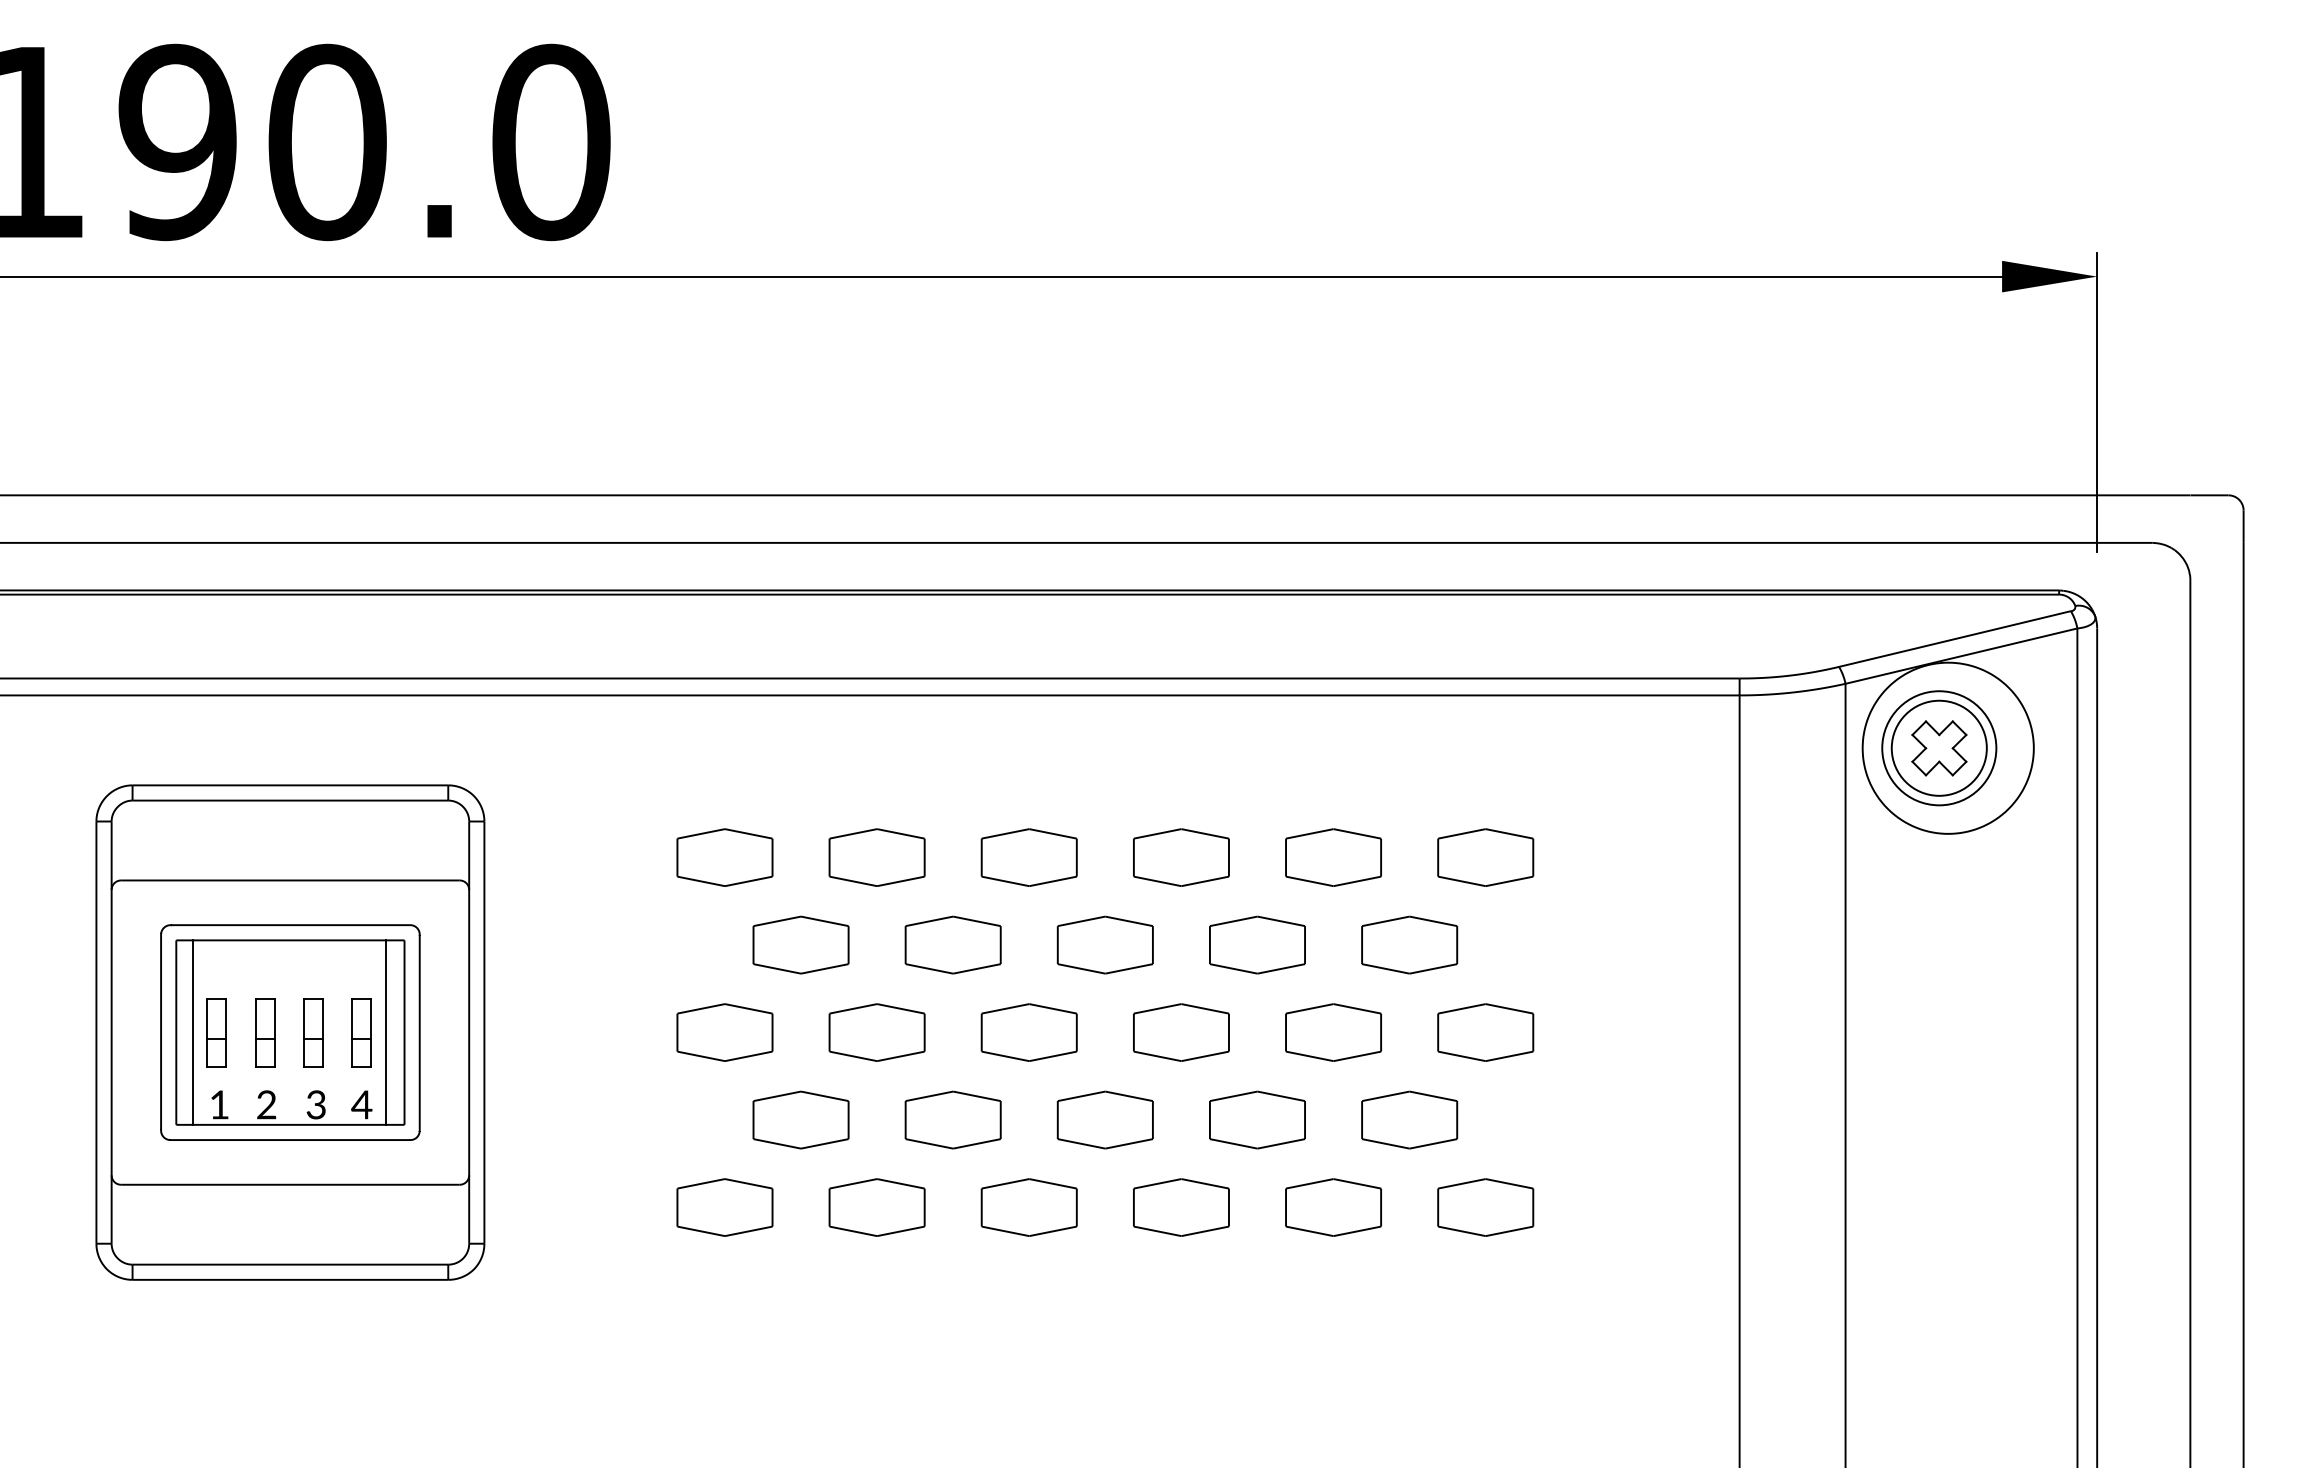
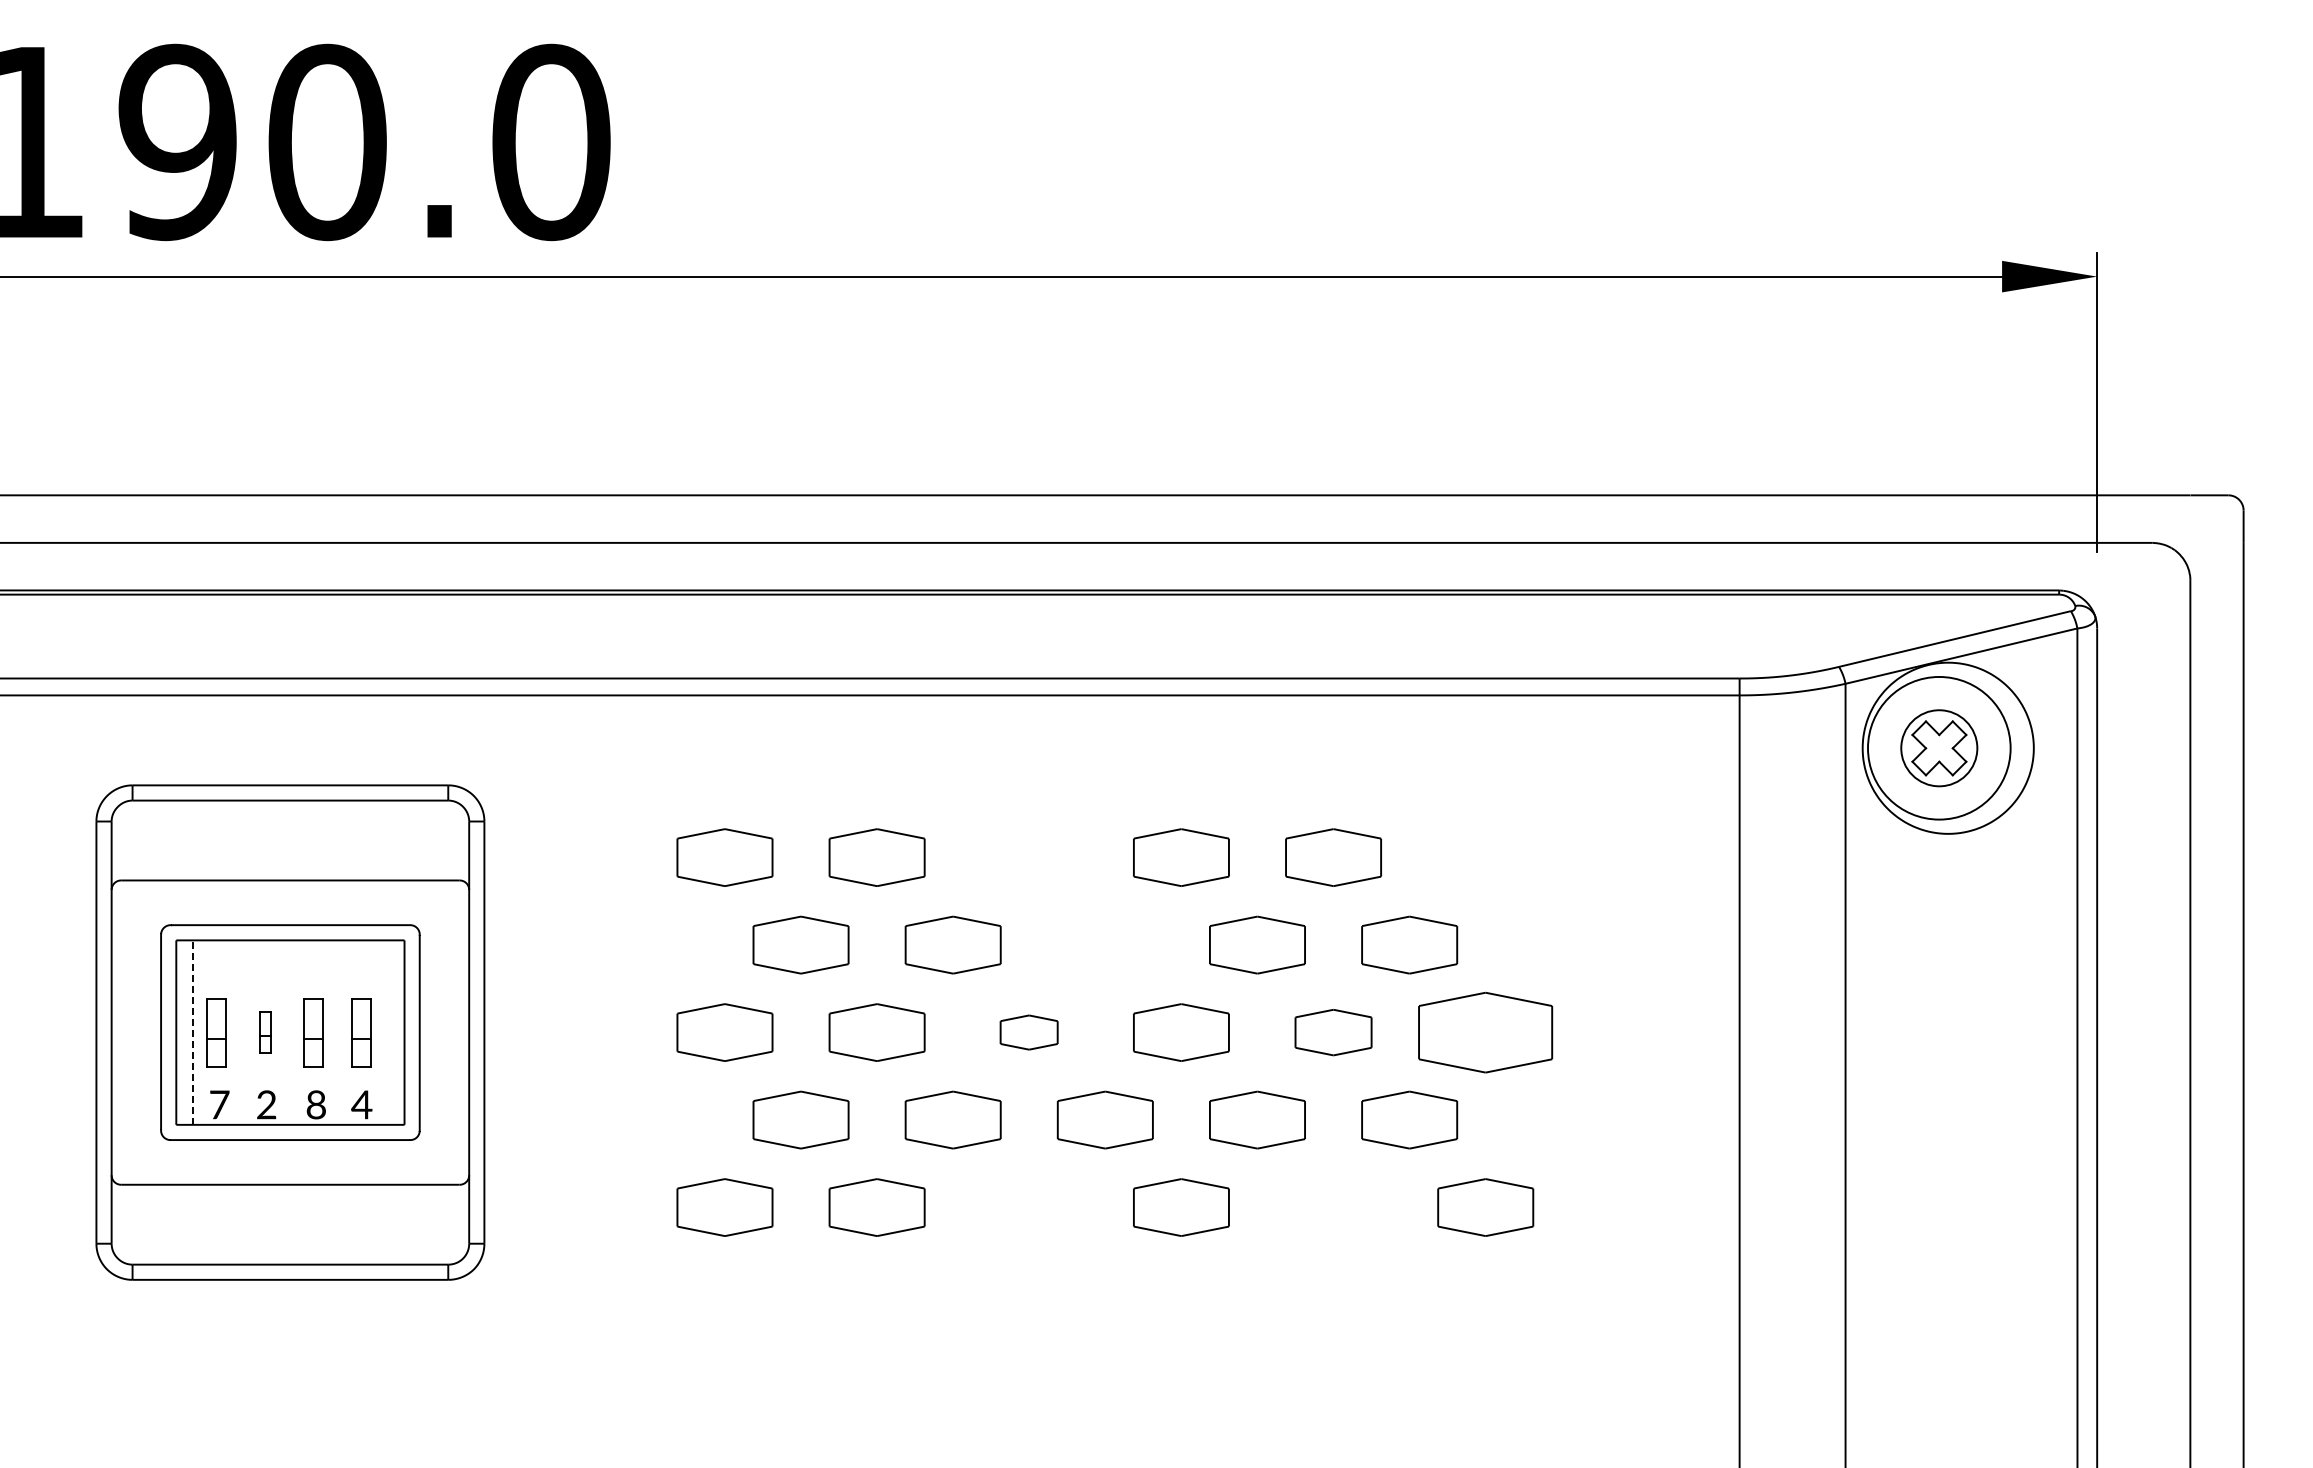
circle at (1938, 747) diameter: 95 px -> 76 px
circle at (1939, 748) diameter: 114 px -> 143 px
part at (1028, 857): present -> none
part at (1485, 857): present -> none
part at (1104, 944): present -> none
line at (192, 1032): solid -> dashed
part at (265, 1032) size: 21x70 px -> 13x43 px
line at (385, 1032): present -> none
part at (1028, 1032) size: 98x59 px -> 60x37 px
part at (1333, 1032) size: 97x59 px -> 79x48 px
part at (1485, 1032) size: 98x59 px -> 136x83 px
text at (219, 1104): 1 -> 7
text at (315, 1104): 3 -> 8
part at (1028, 1207): present -> none
part at (1333, 1207): present -> none
